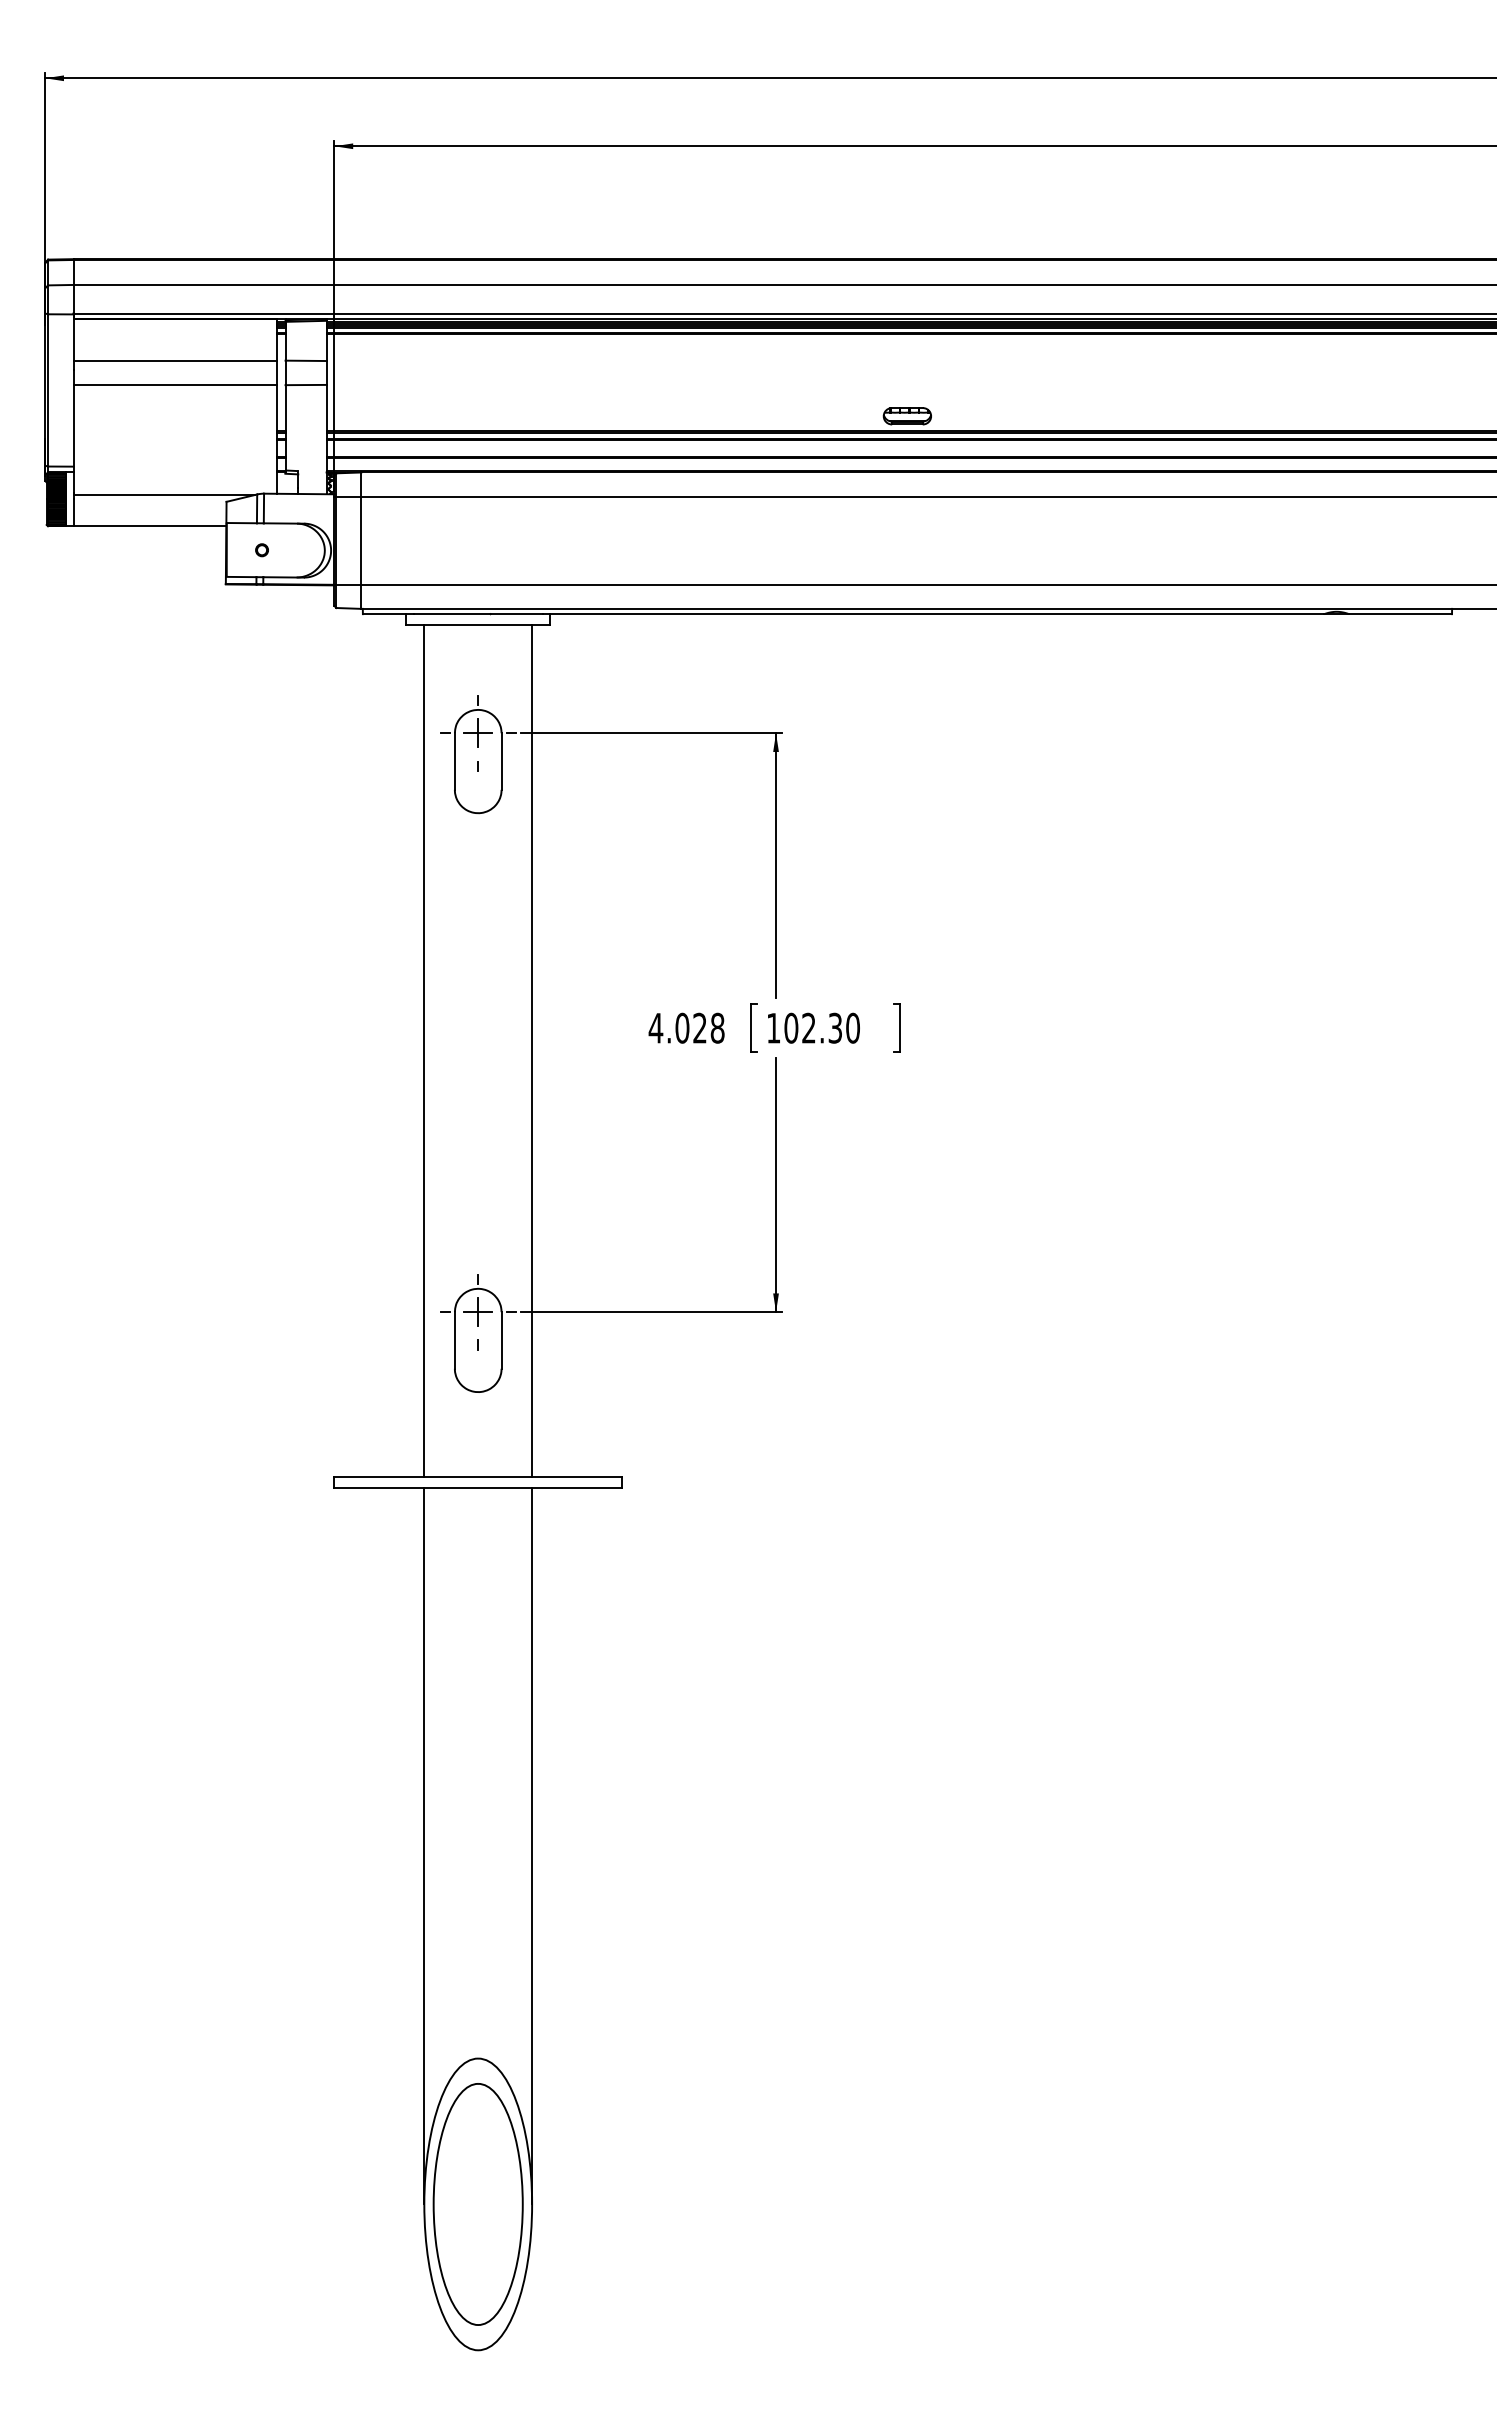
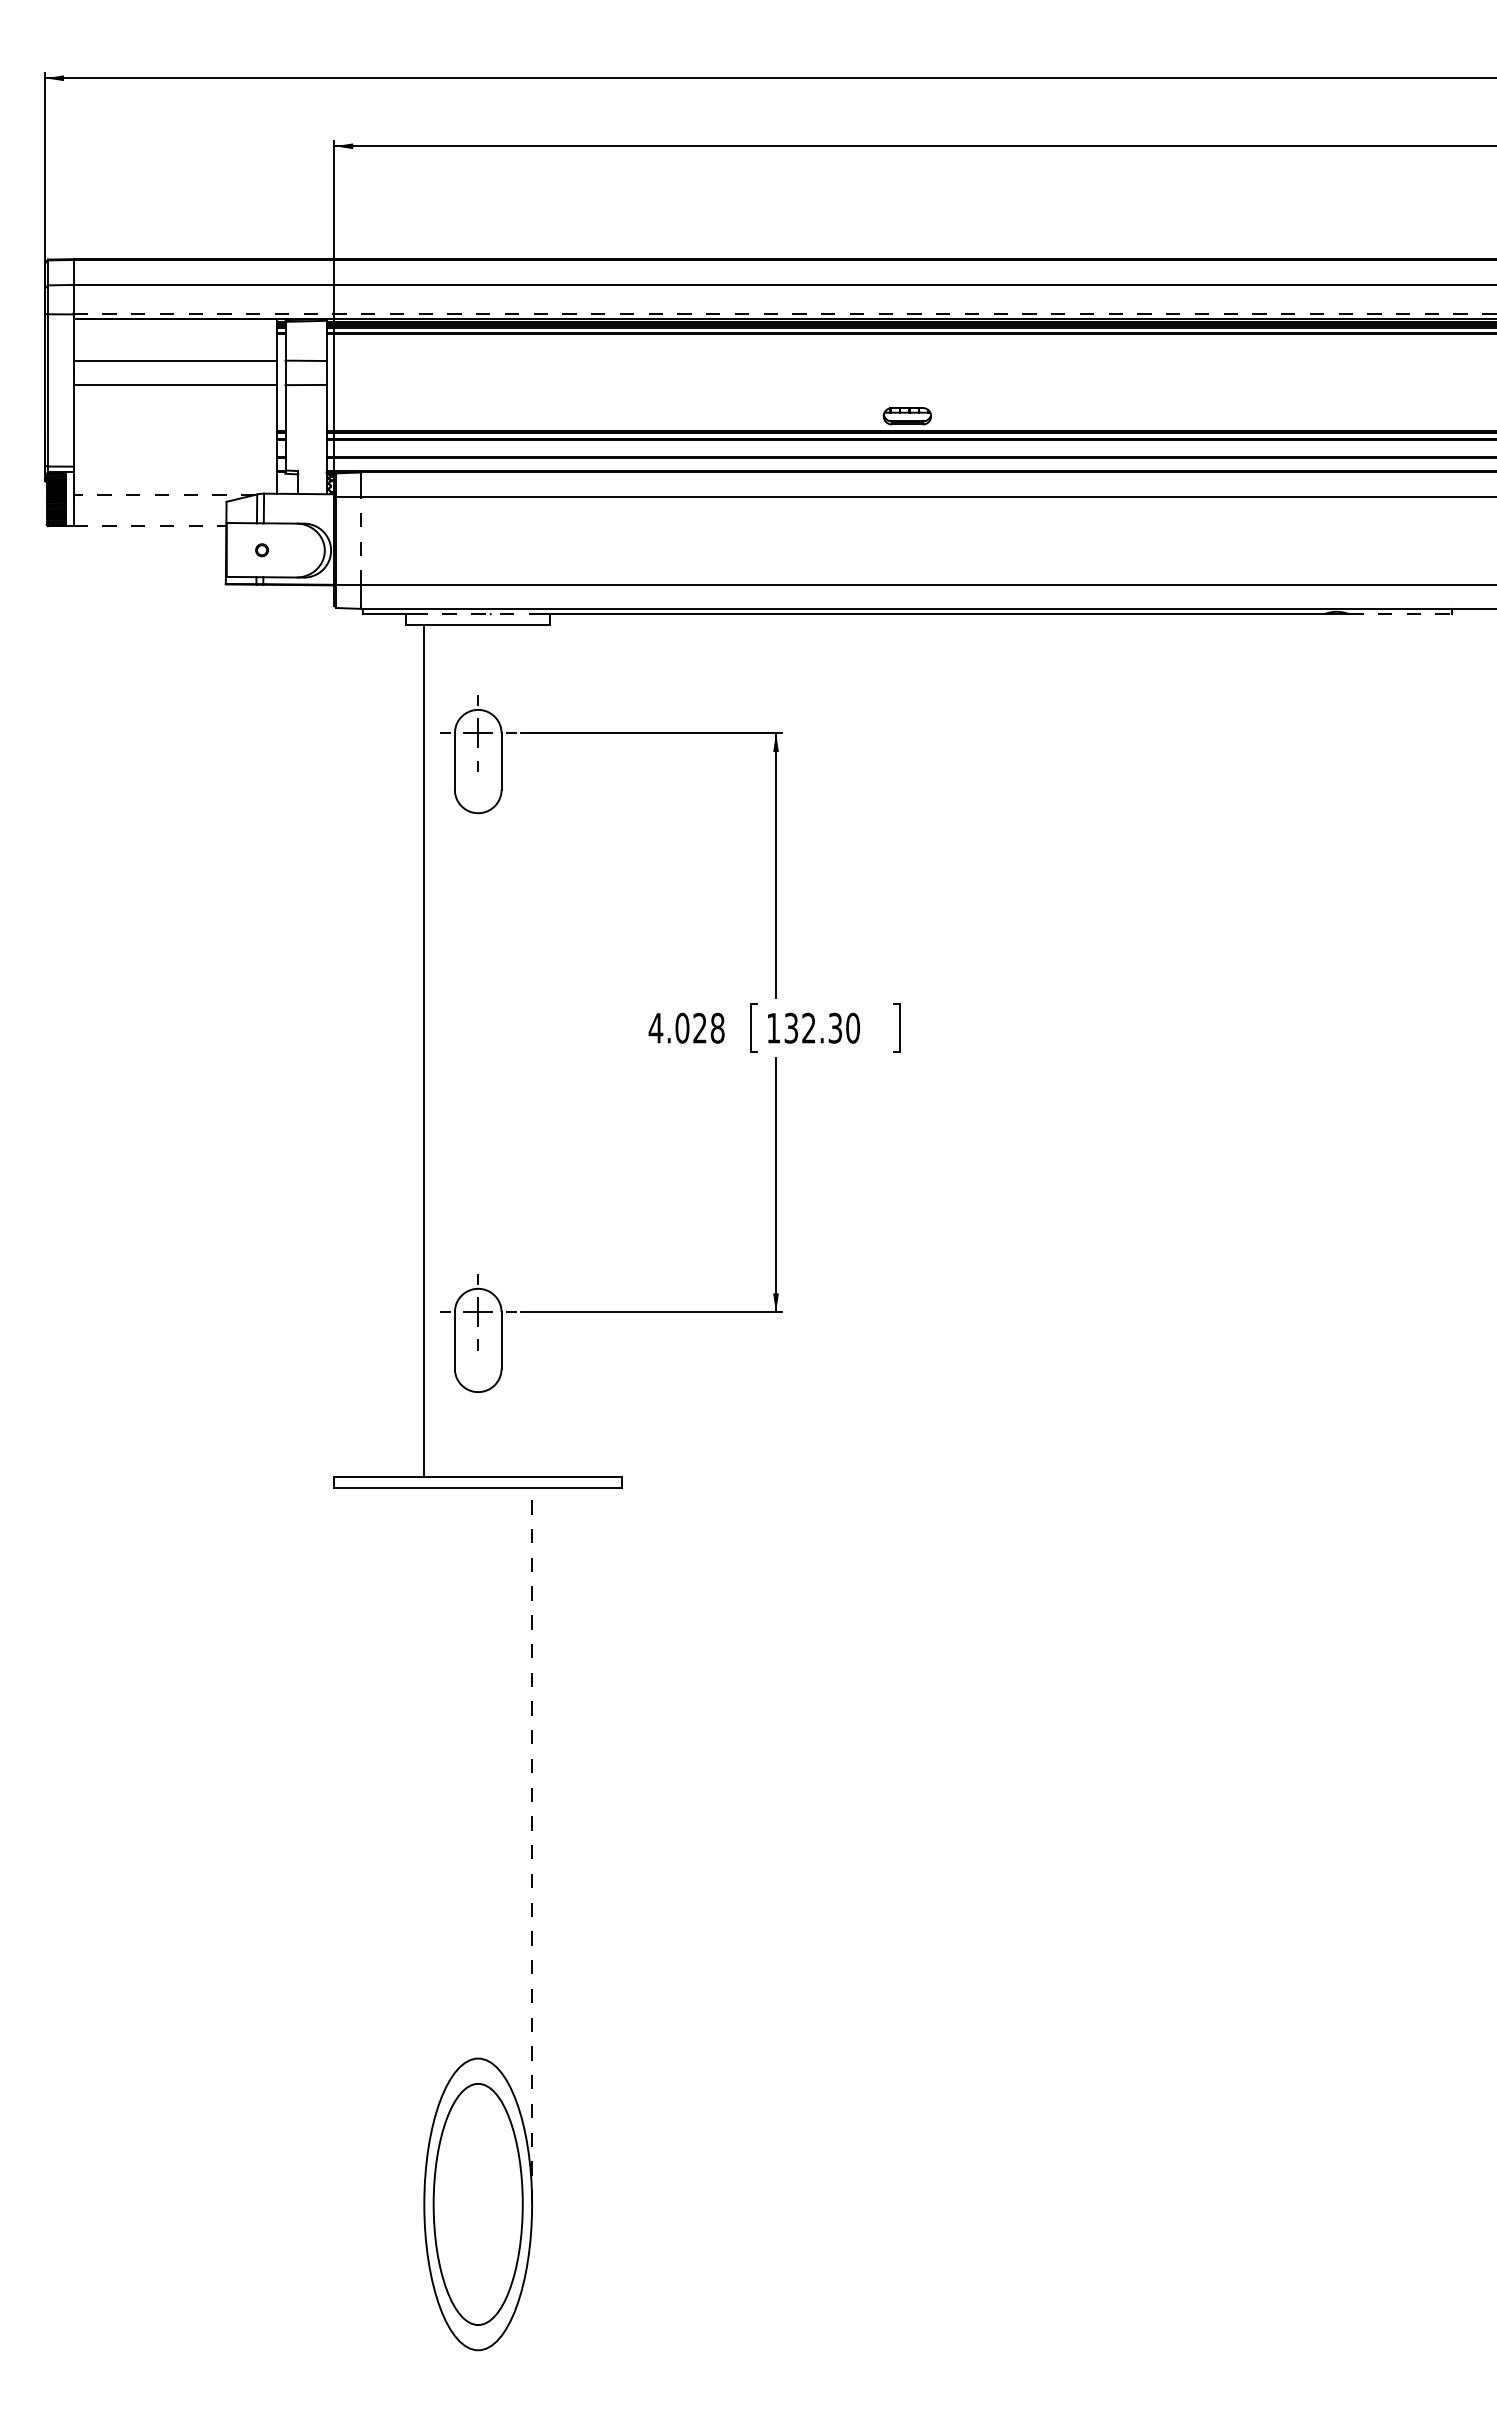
line at (784, 314): solid -> dashed
line at (164, 494): solid -> dashed
line at (150, 526): solid -> dashed
line at (361, 540): solid -> dashed
line at (478, 614): solid -> dashed
line at (1401, 614): solid -> dashed
text at (791, 1027): 102.30 -> 132.30
line at (532, 1050): present -> none
line at (424, 1845): present -> none
line at (532, 1845): solid -> dashed
